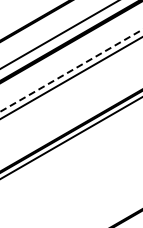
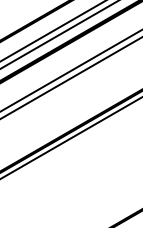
line at (52, 31): none -> present
line at (71, 70): dashed -> solid
